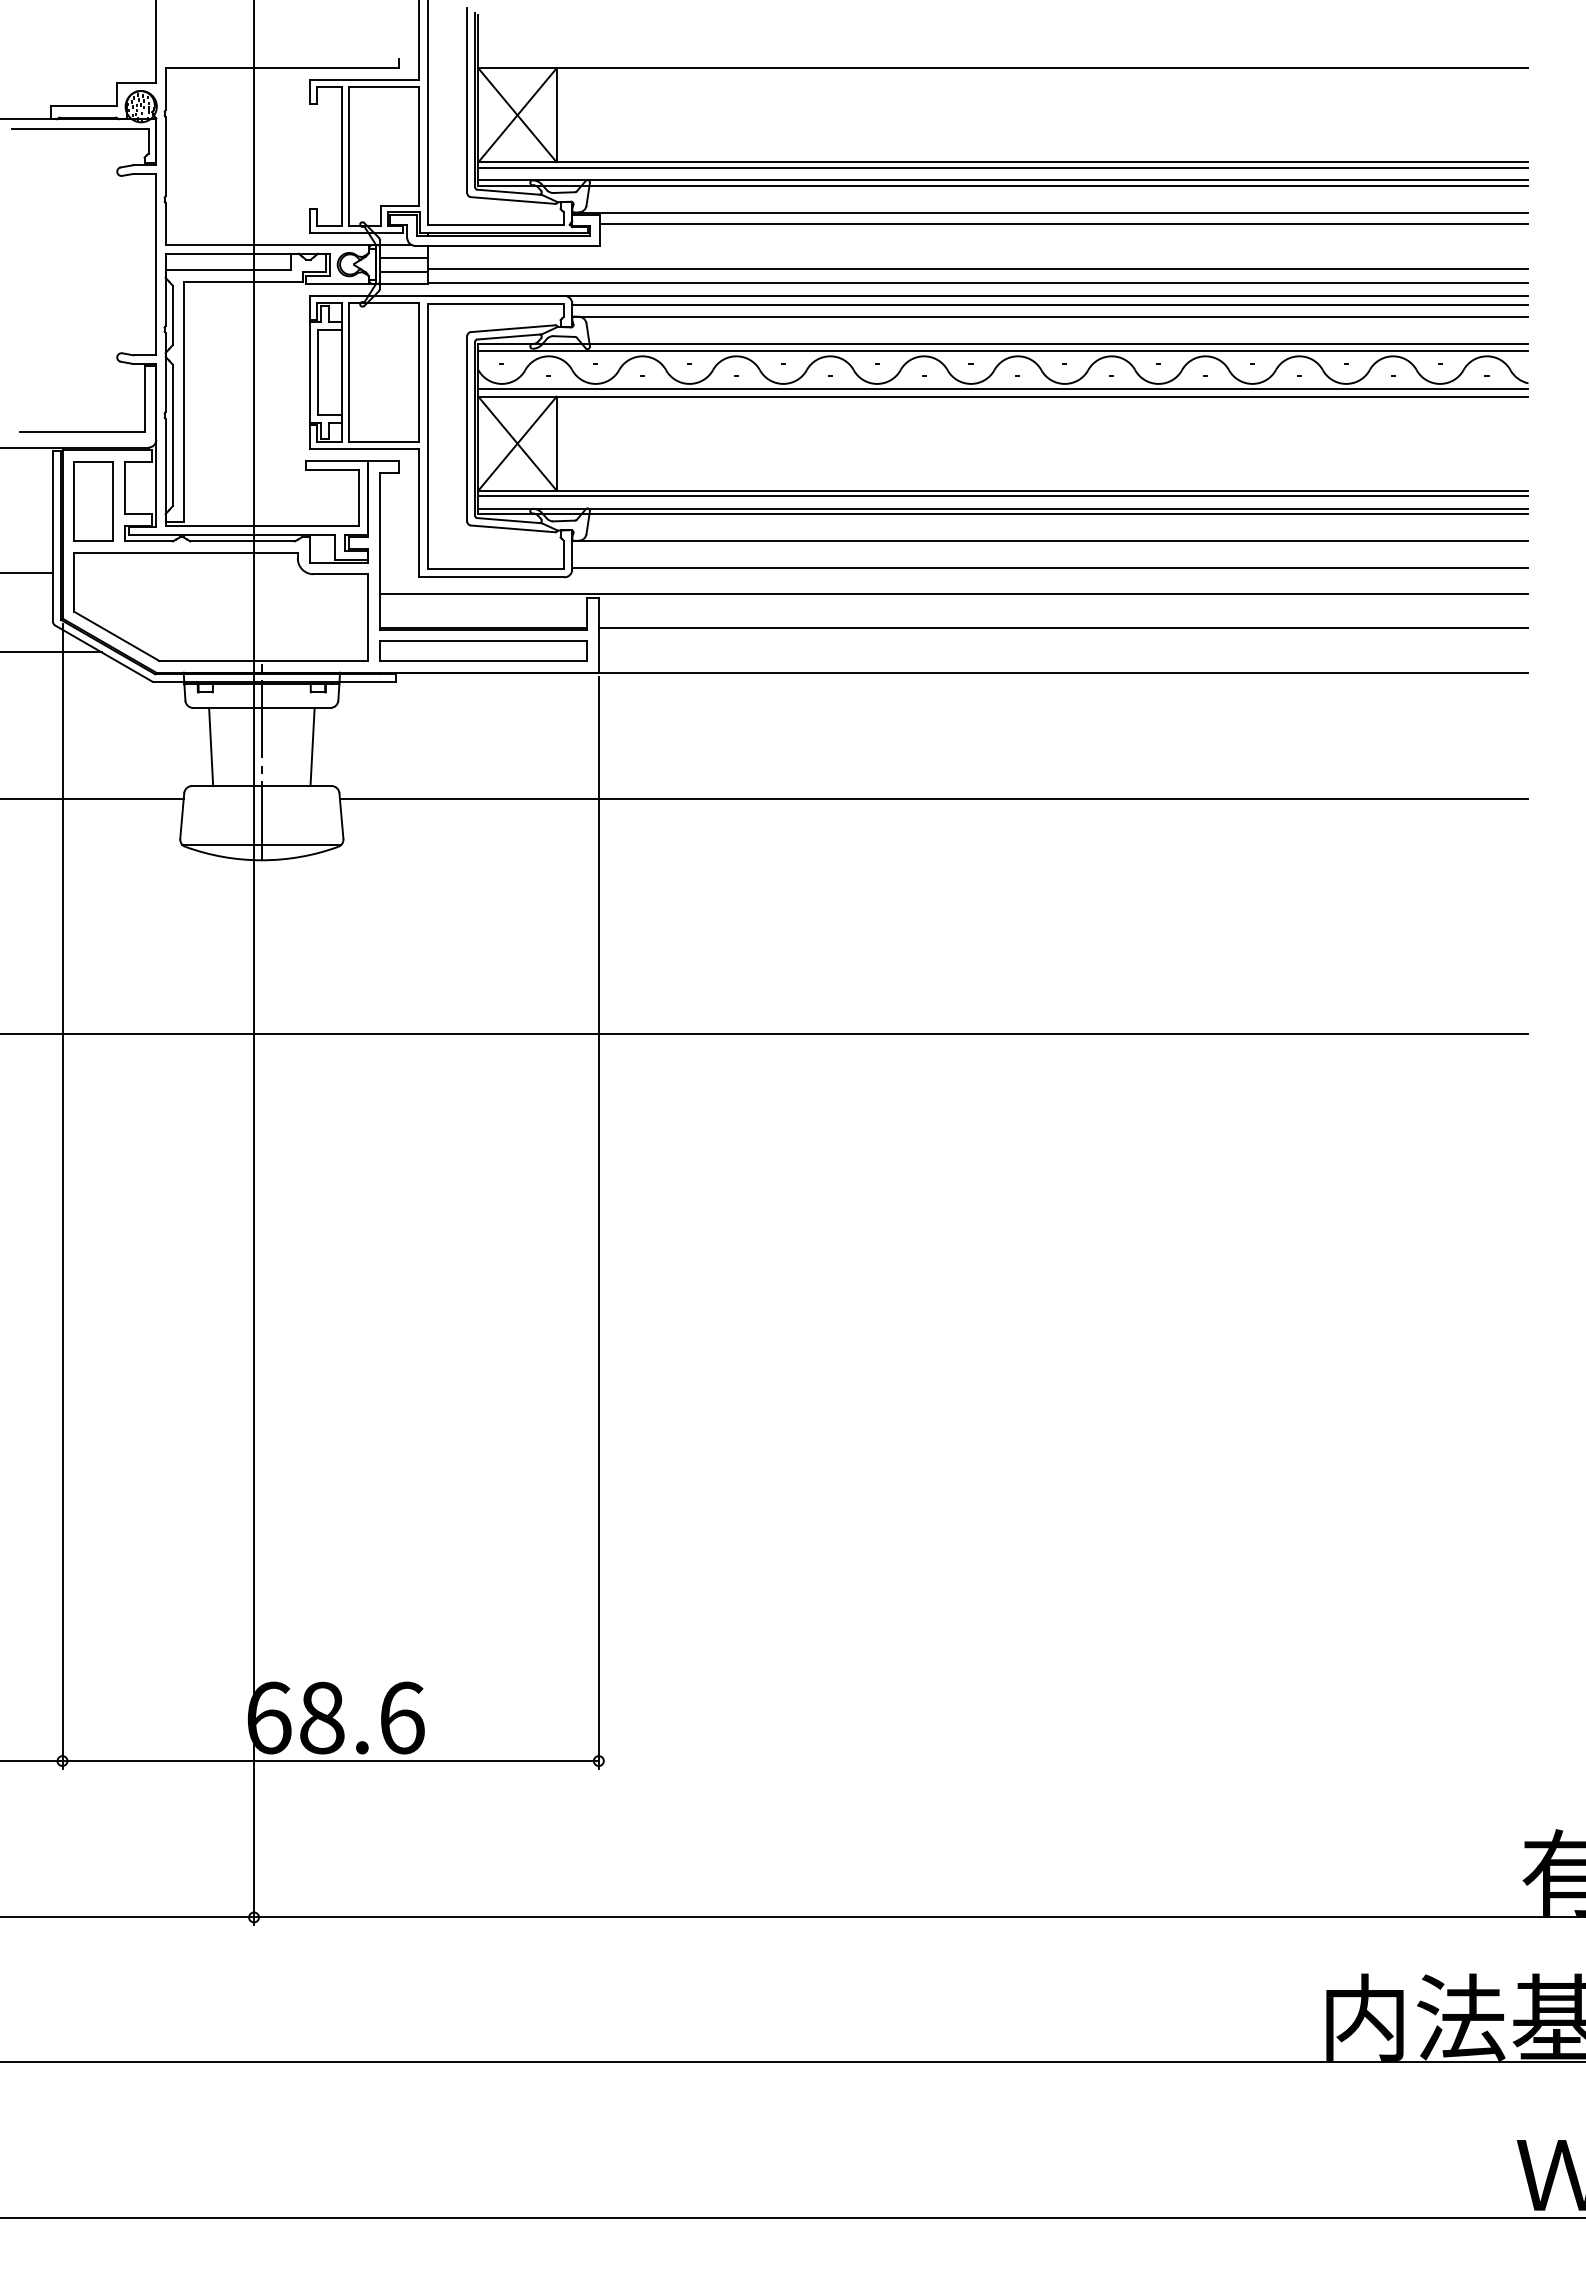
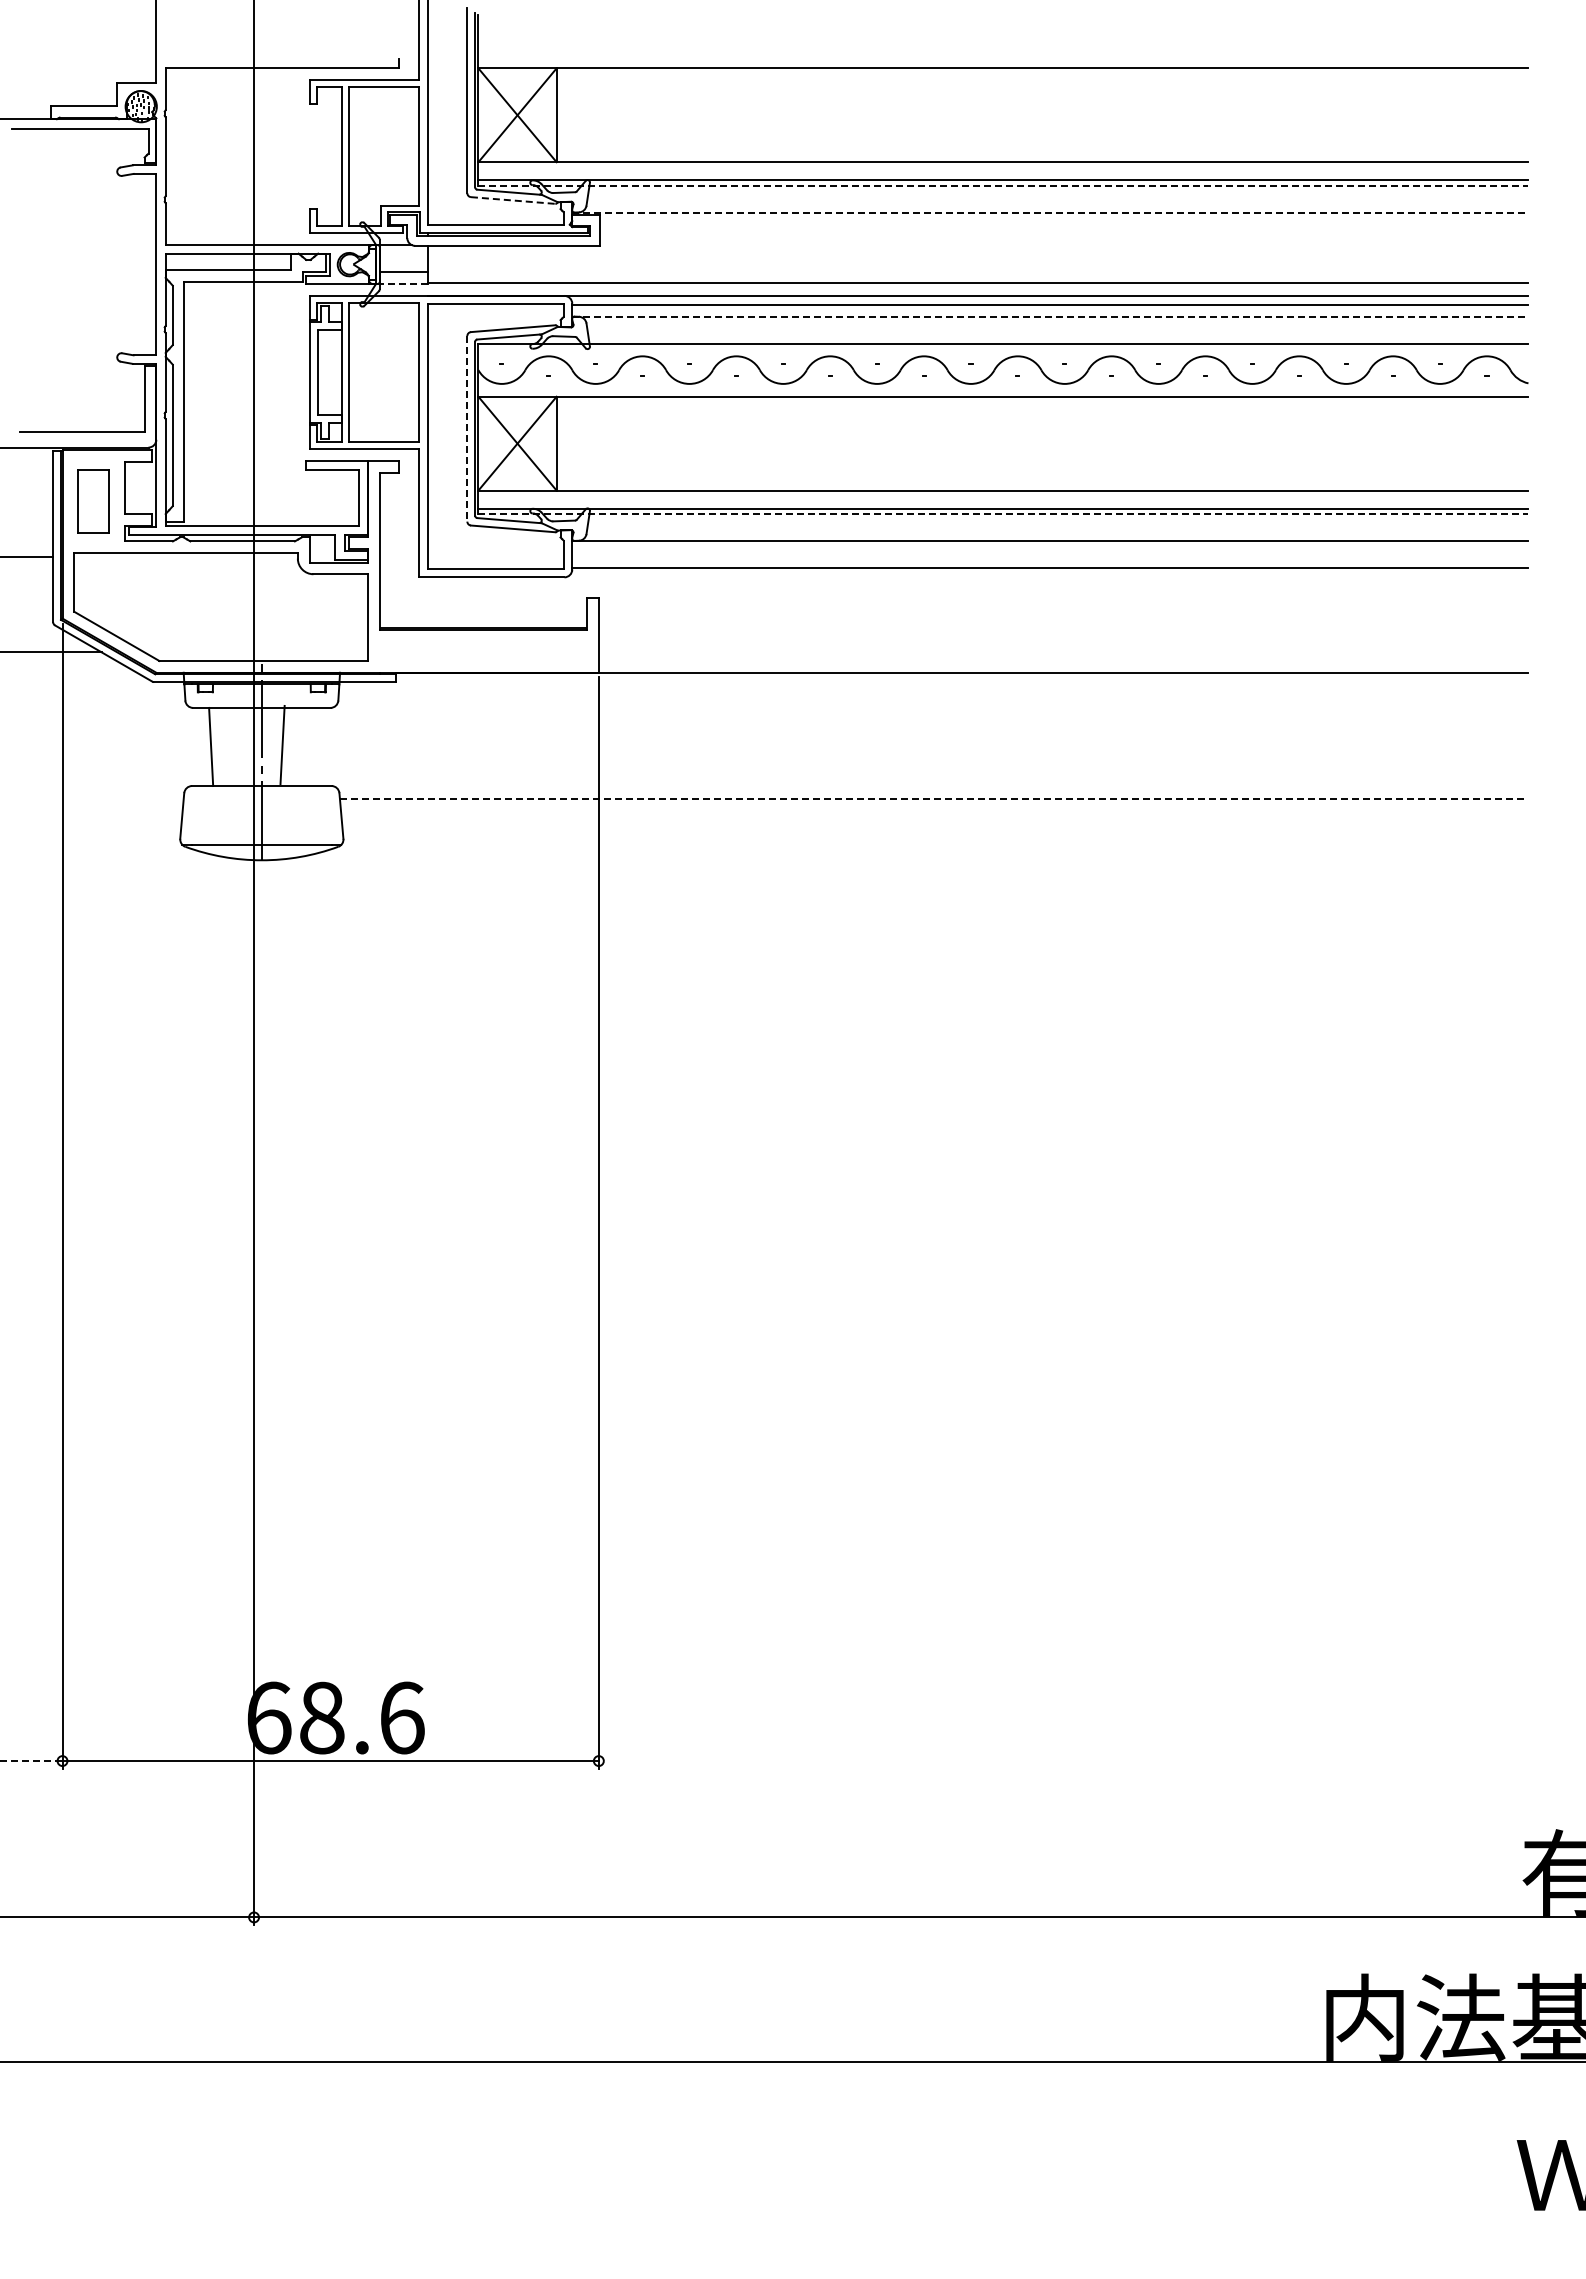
line at (1003, 167): present -> none
line at (1003, 185): solid -> dashed
line at (513, 200): solid -> dashed
line at (1050, 212): solid -> dashed
line at (1064, 223): present -> none
line at (403, 257): present -> none
line at (977, 268): present -> none
line at (403, 284): solid -> dashed
line at (1050, 316): solid -> dashed
line at (1003, 351): present -> none
line at (1003, 388): present -> none
line at (467, 428): solid -> dashed
line at (1003, 496): present -> none
part at (93, 501) size: 41x81 px -> 33x65 px
line at (1003, 514): solid -> dashed
line at (27, 572) position: (27, 572) -> (27, 556)
line at (953, 593): present -> none
line at (1063, 628): present -> none
part at (483, 650): present -> none
line at (312, 746) position: (312, 746) -> (282, 744)
line at (92, 799): present -> none
line at (934, 799): solid -> dashed
line at (765, 1033): present -> none
line at (31, 1761): solid -> dashed
line at (792, 2218): present -> none
